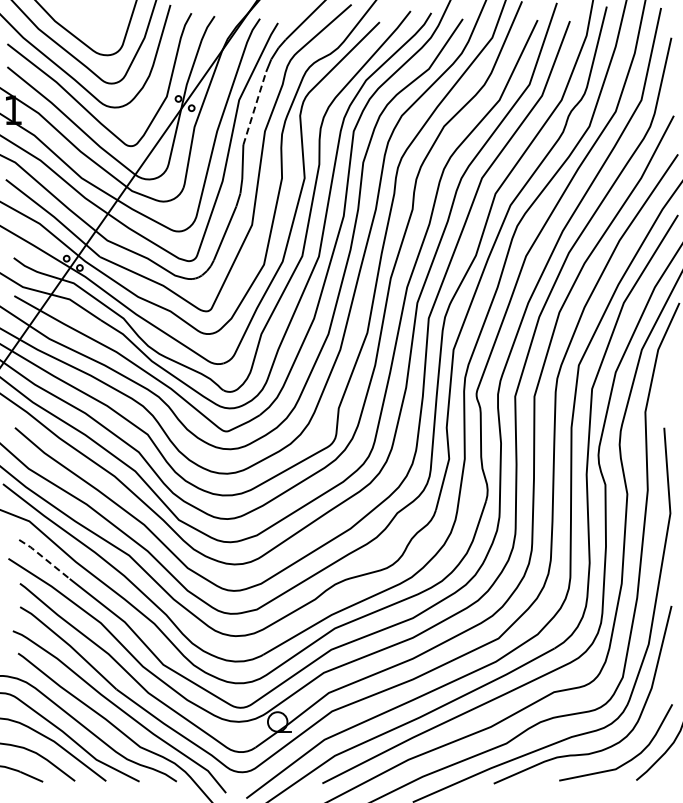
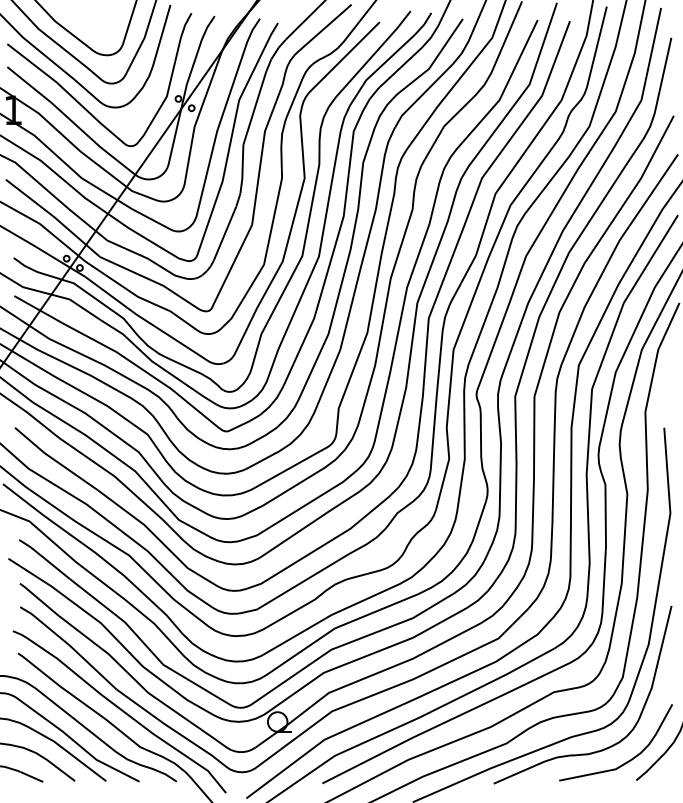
line at (254, 107): dashed -> solid
line at (44, 558): dashed -> solid
